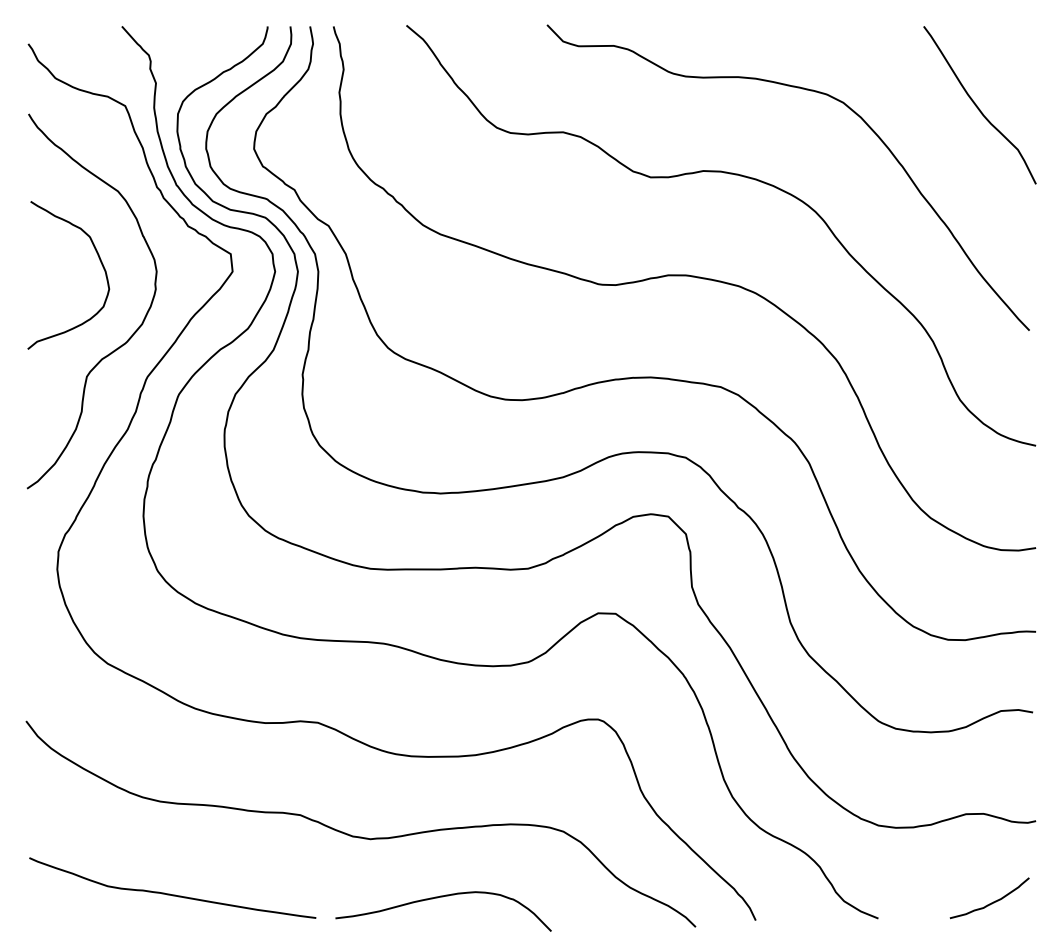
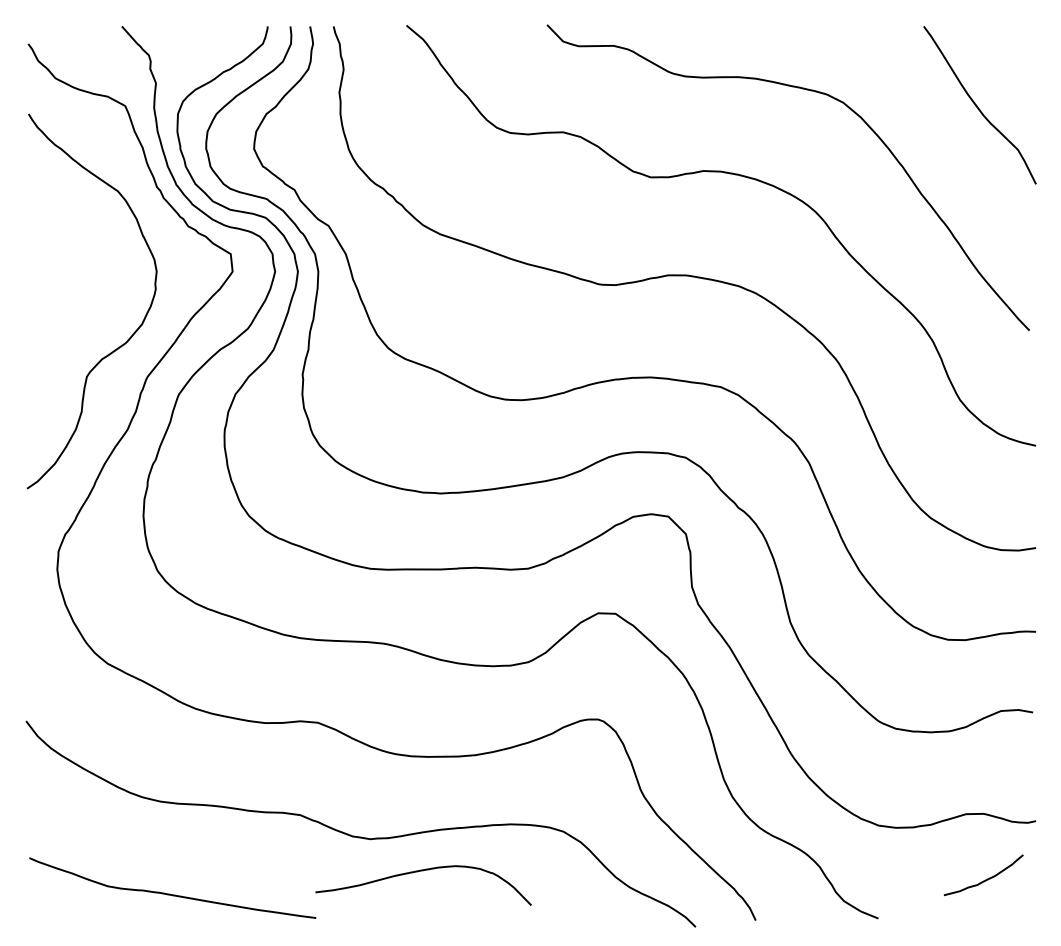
curve at (99, 260): present -> none
curve at (443, 897) position: (443, 897) -> (423, 871)
curve at (991, 902) position: (991, 902) -> (985, 879)
